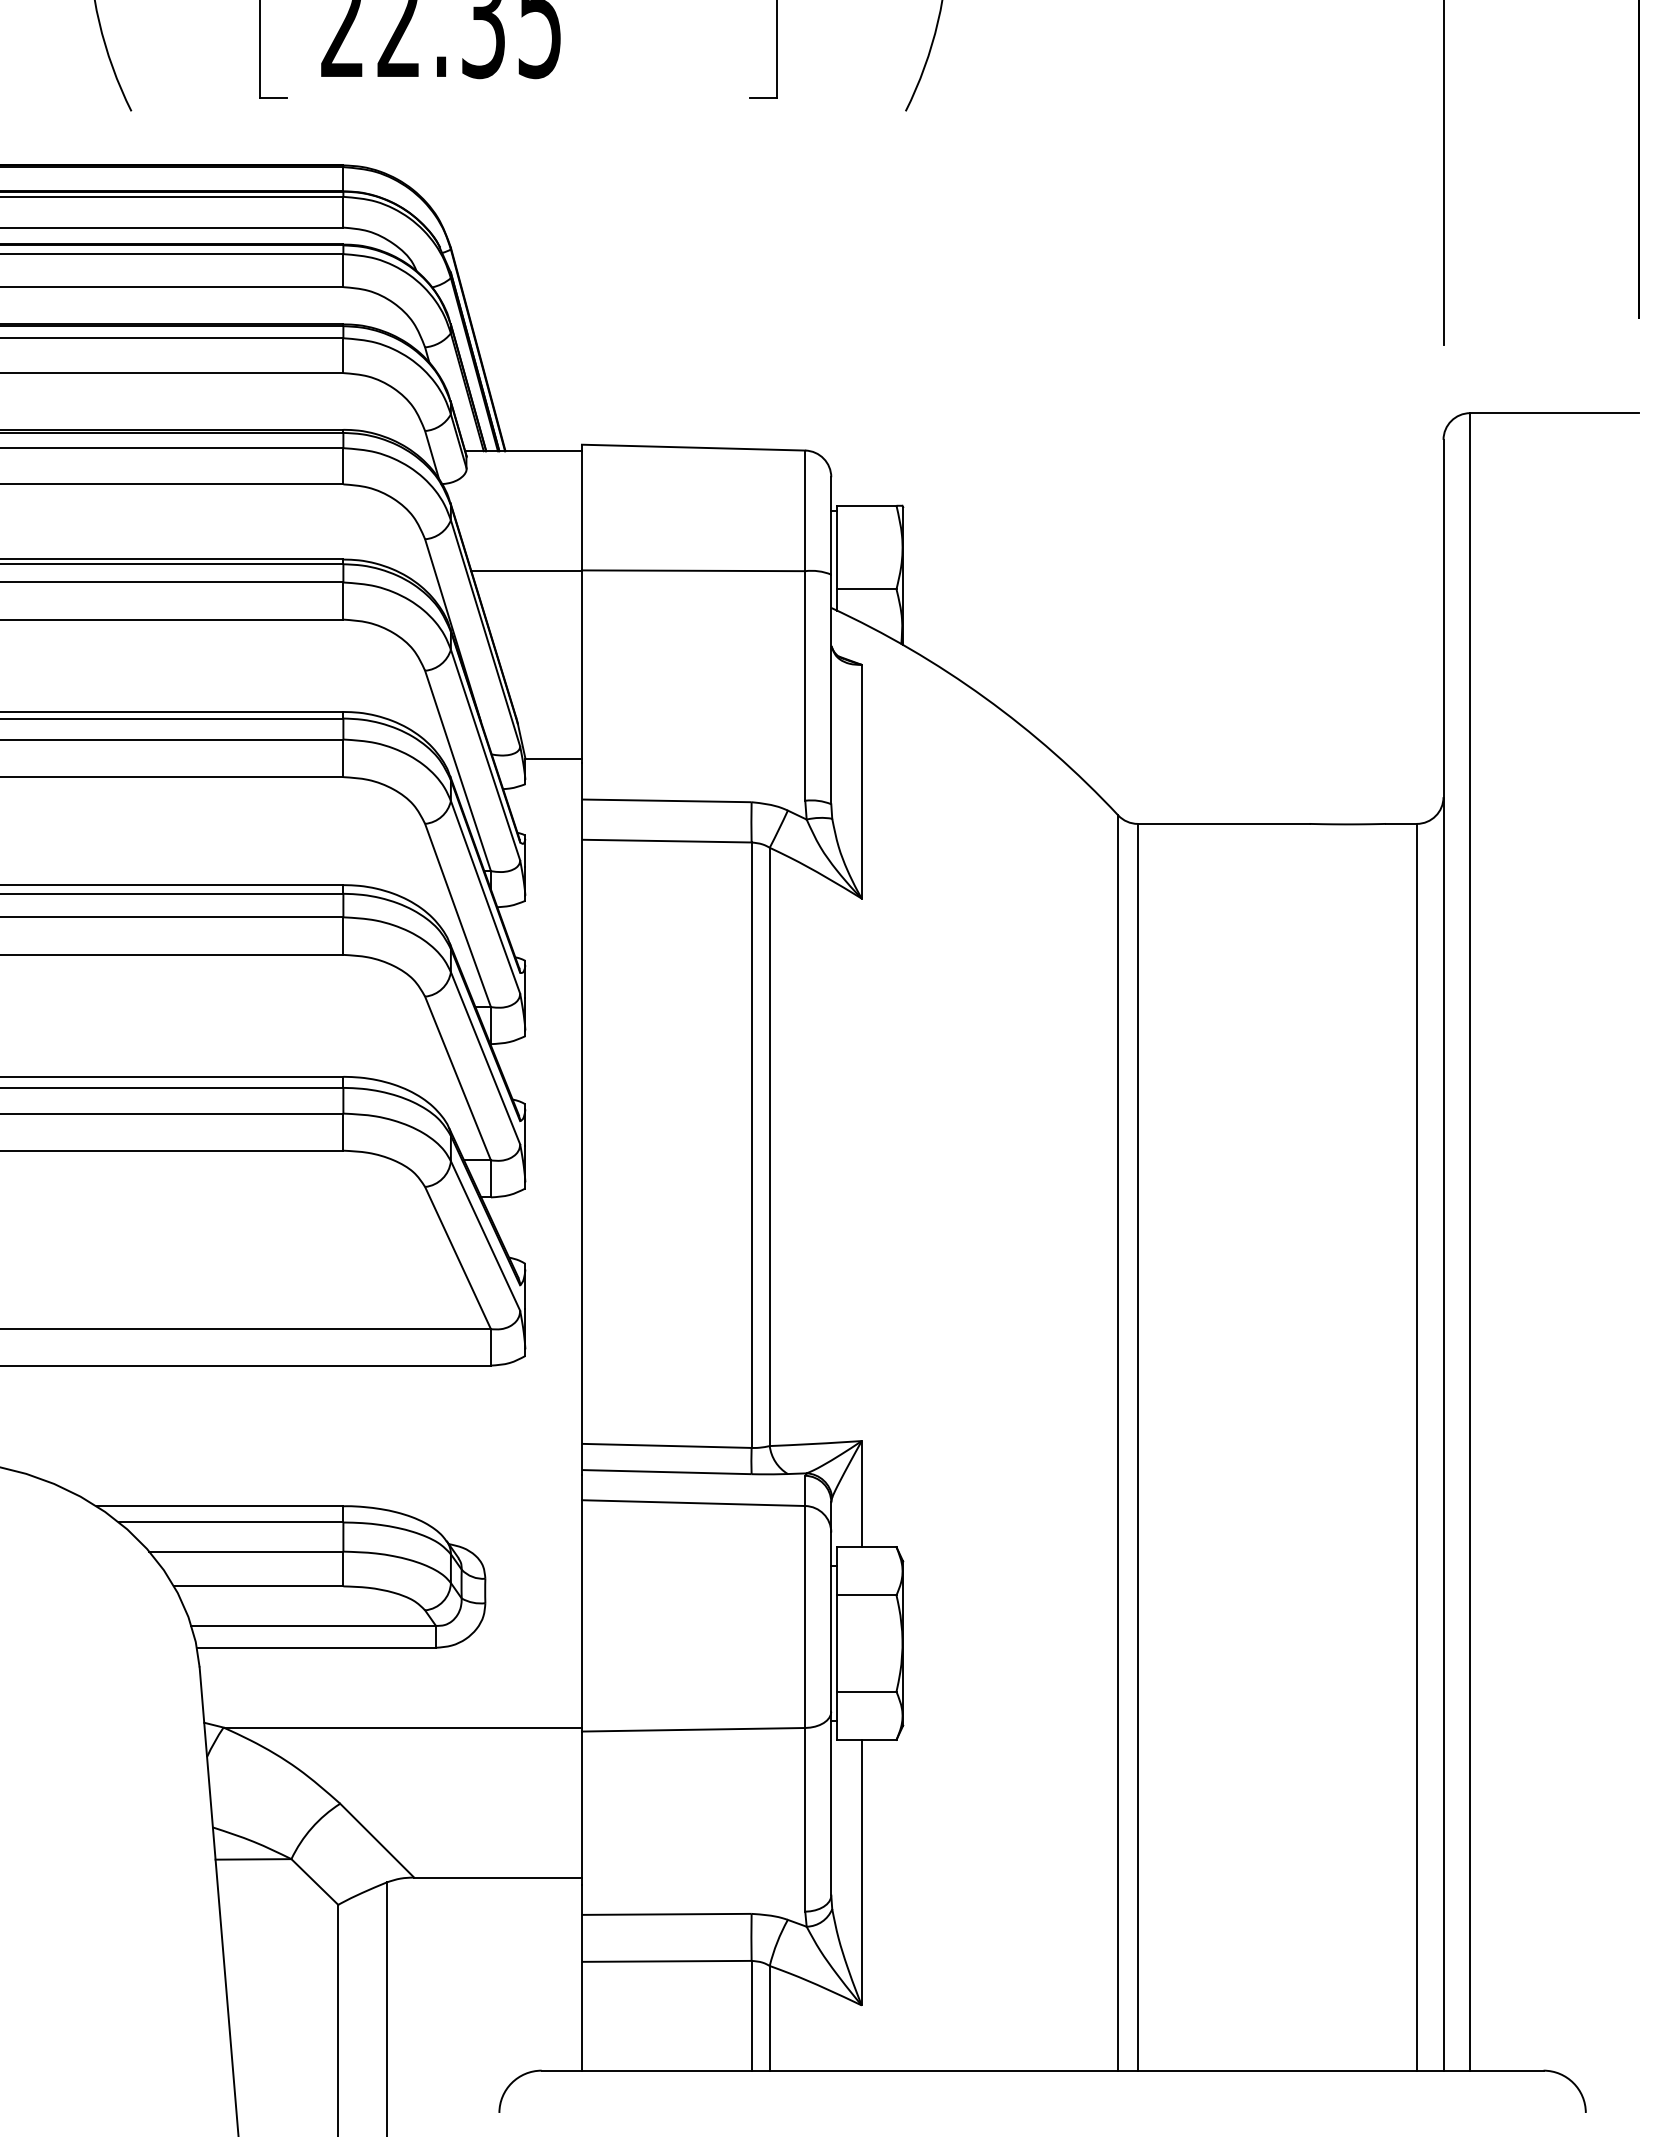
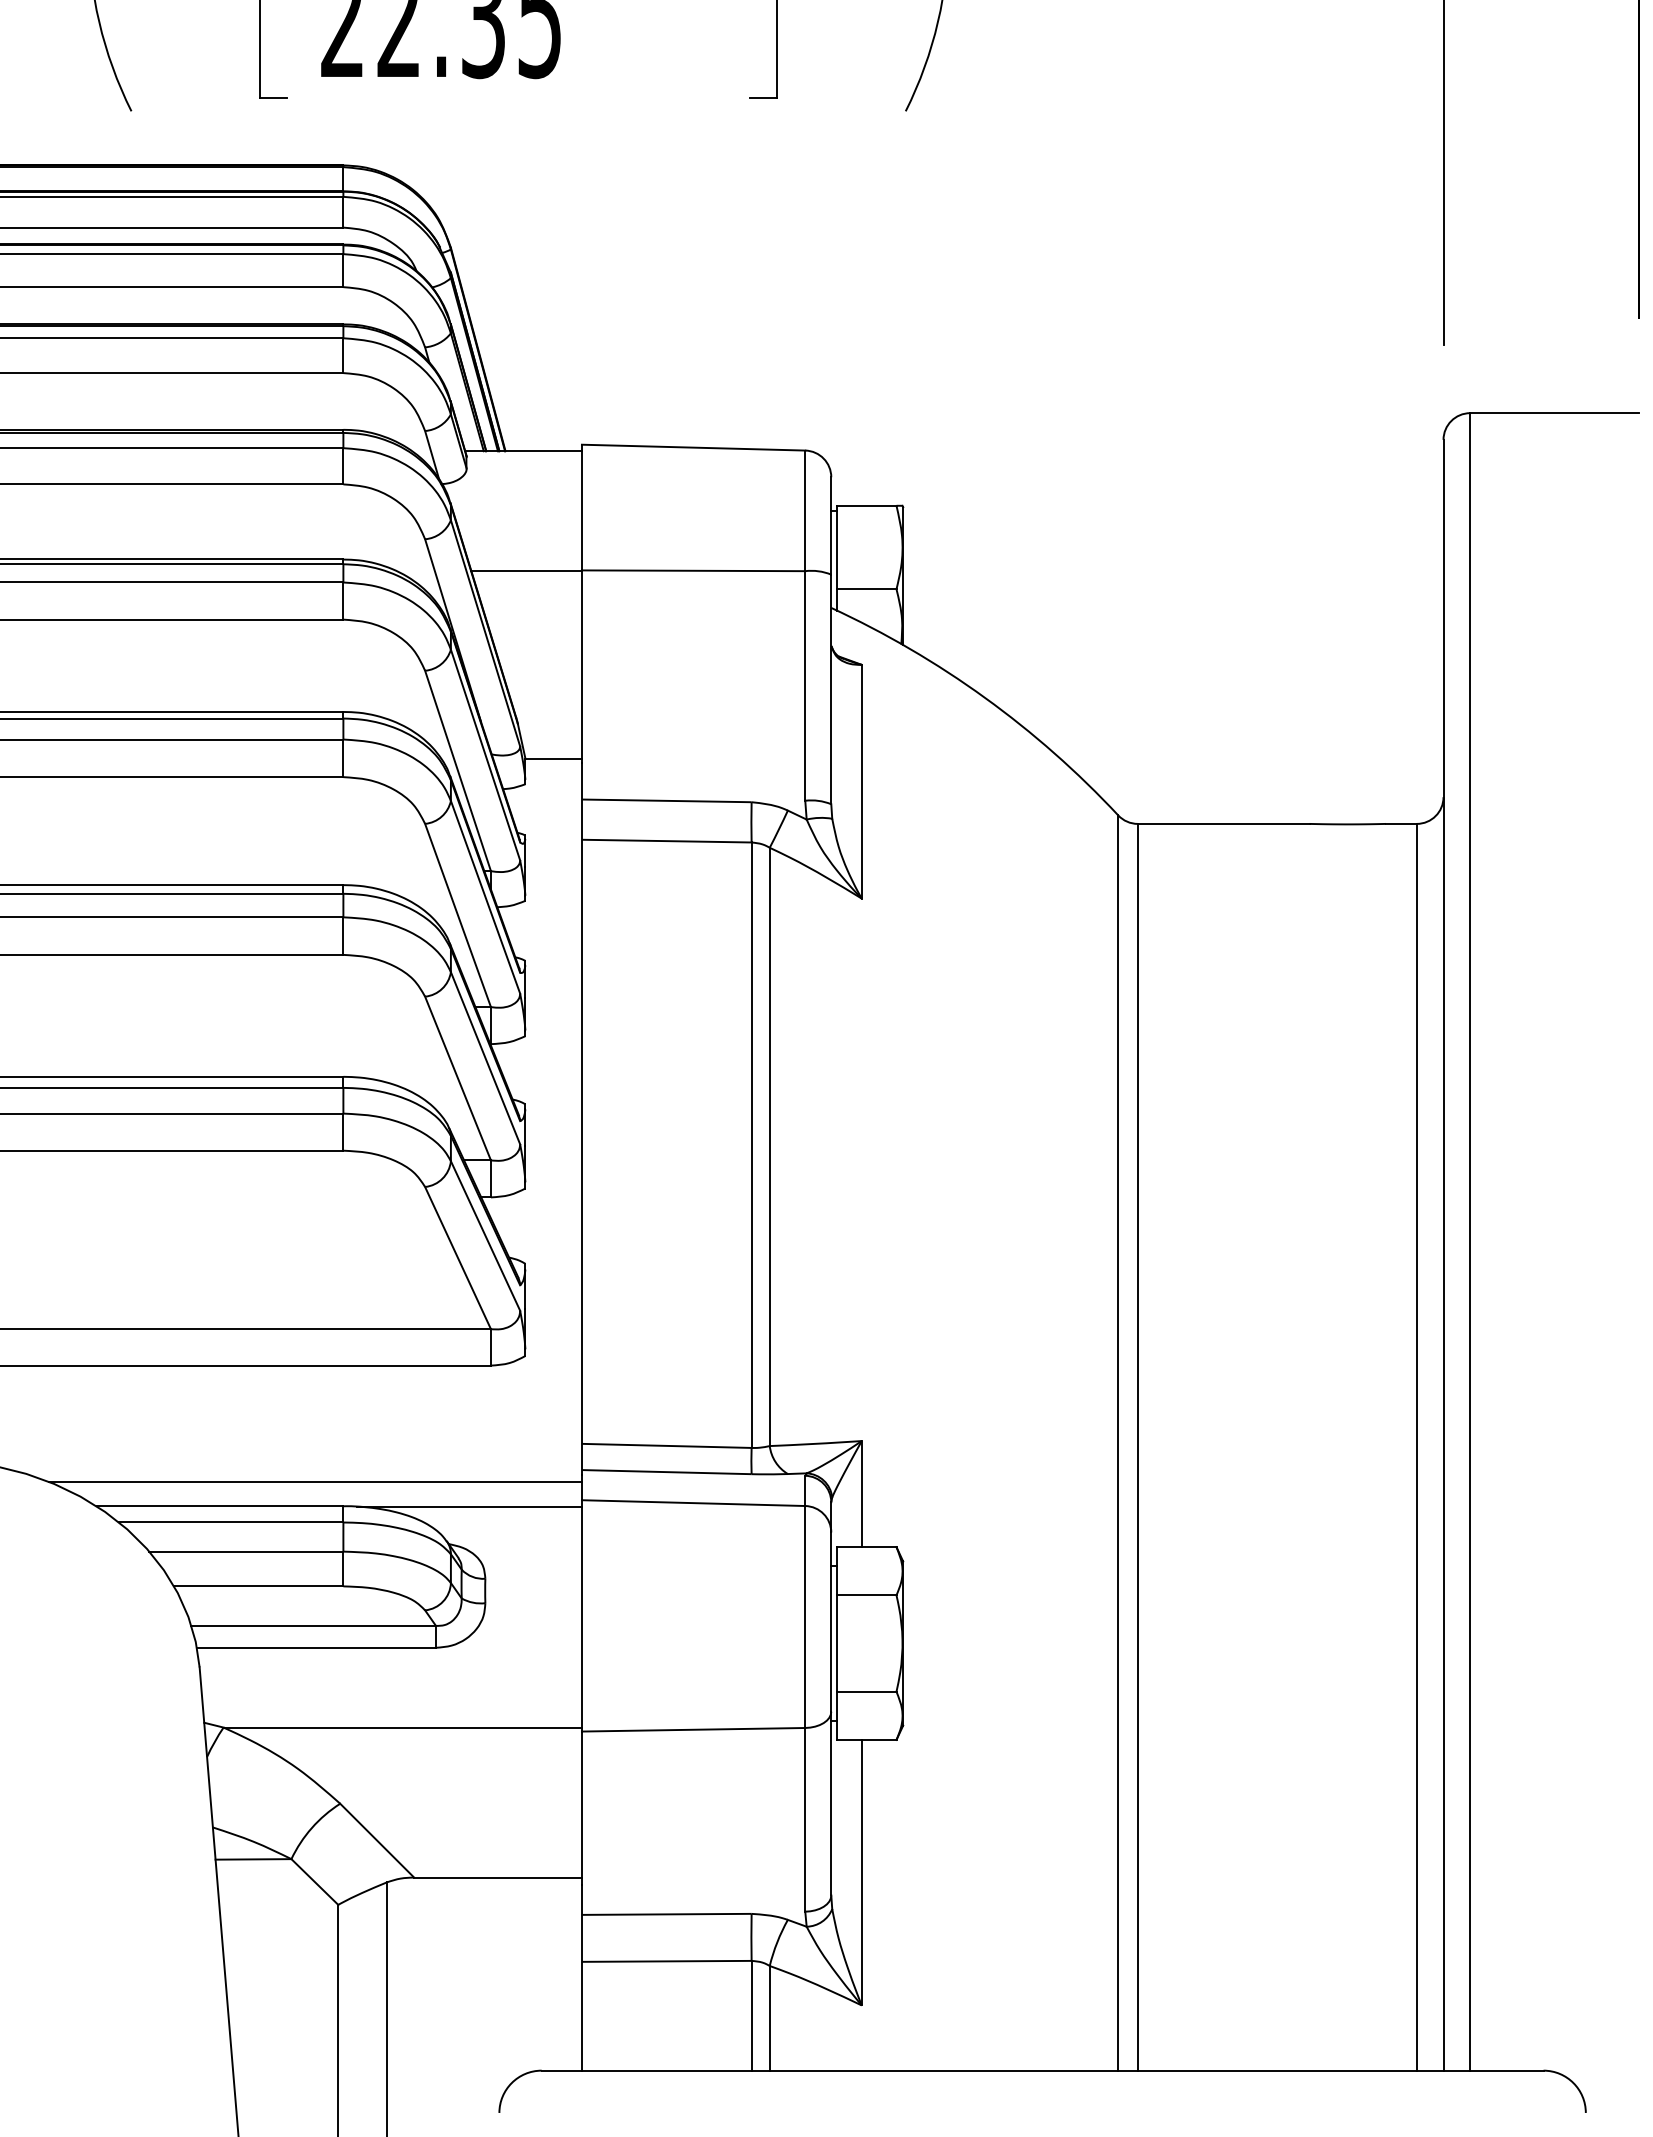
line at (315, 1482): none -> present
line at (468, 1506): none -> present
